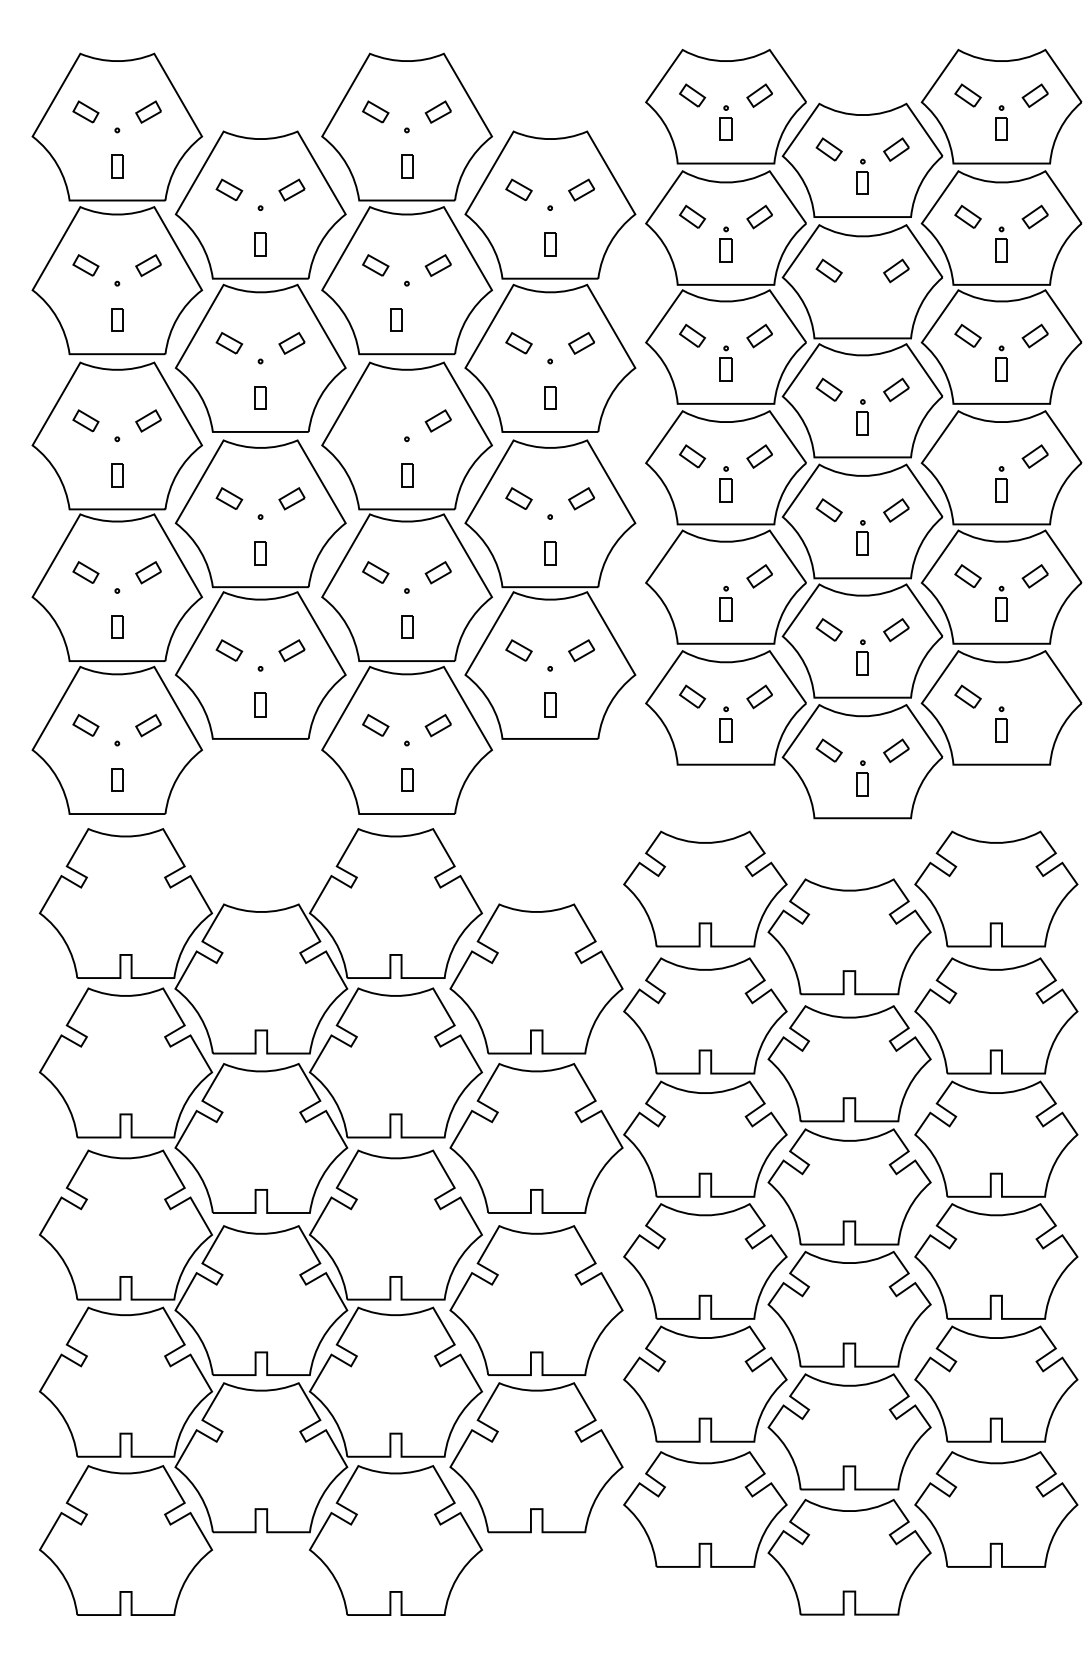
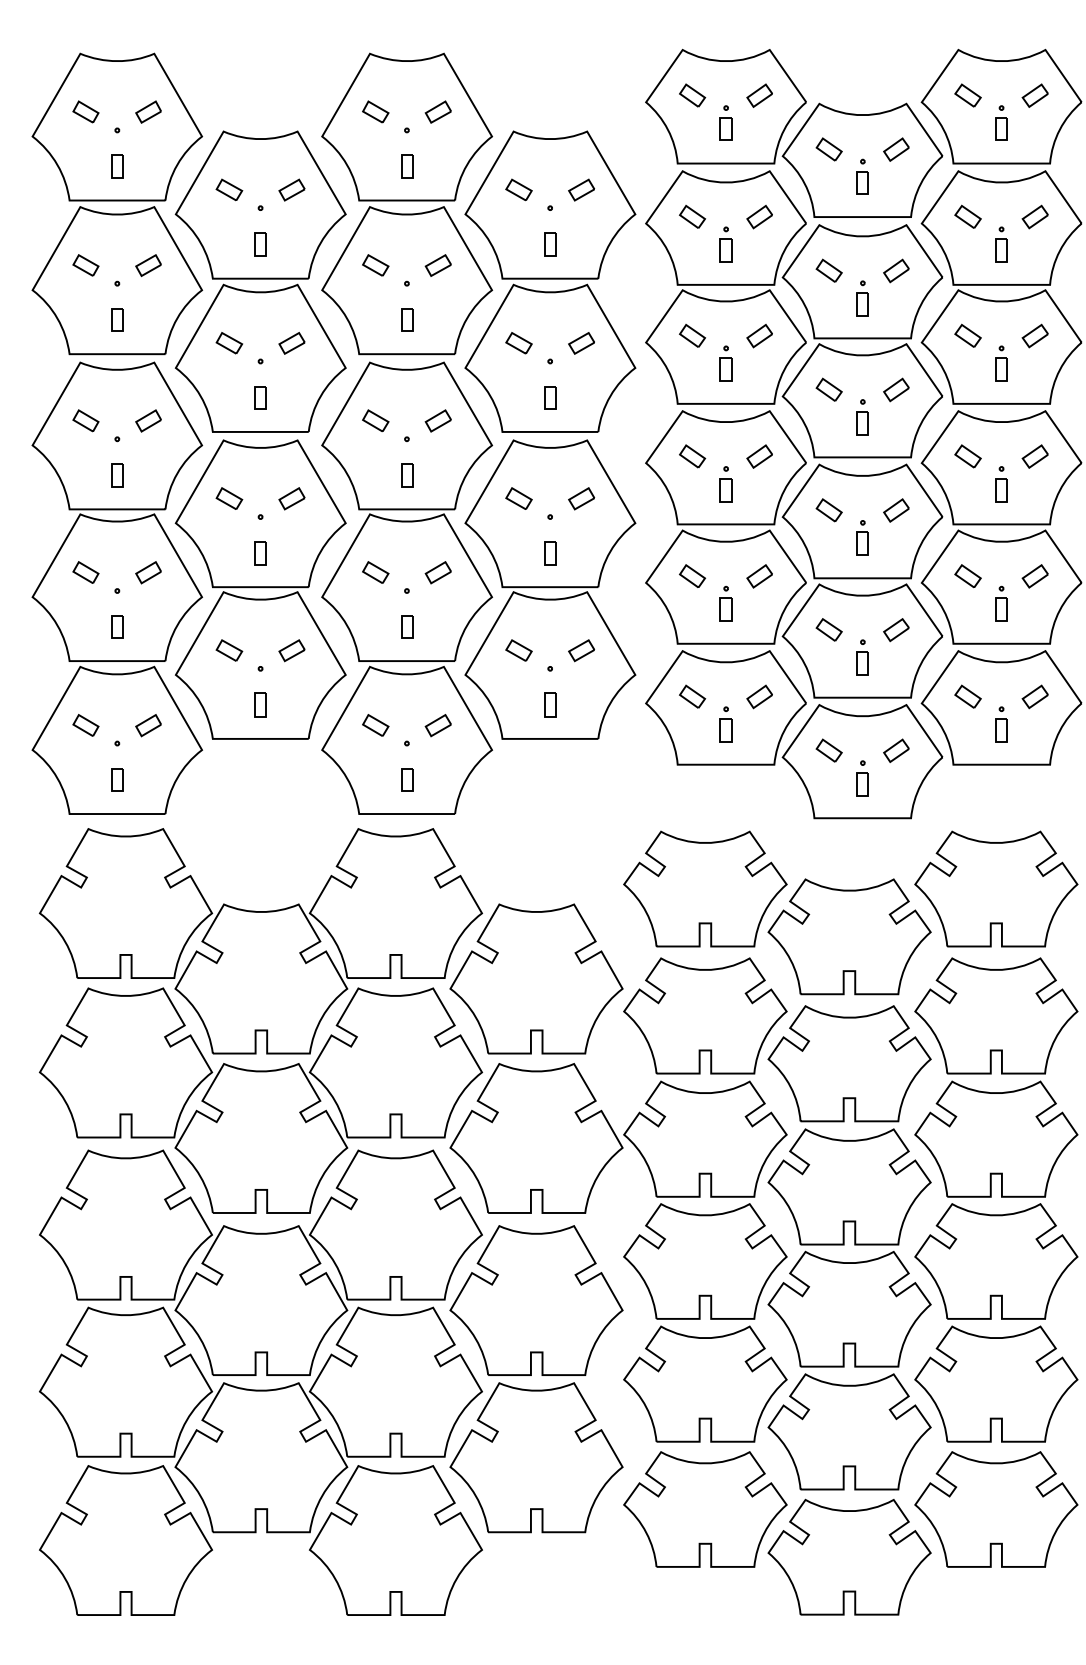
part at (862, 298): none -> present
part at (396, 319) position: (396, 319) -> (407, 319)
part at (375, 420): none -> present
part at (967, 456): none -> present
part at (692, 575): none -> present
part at (1034, 696): none -> present
